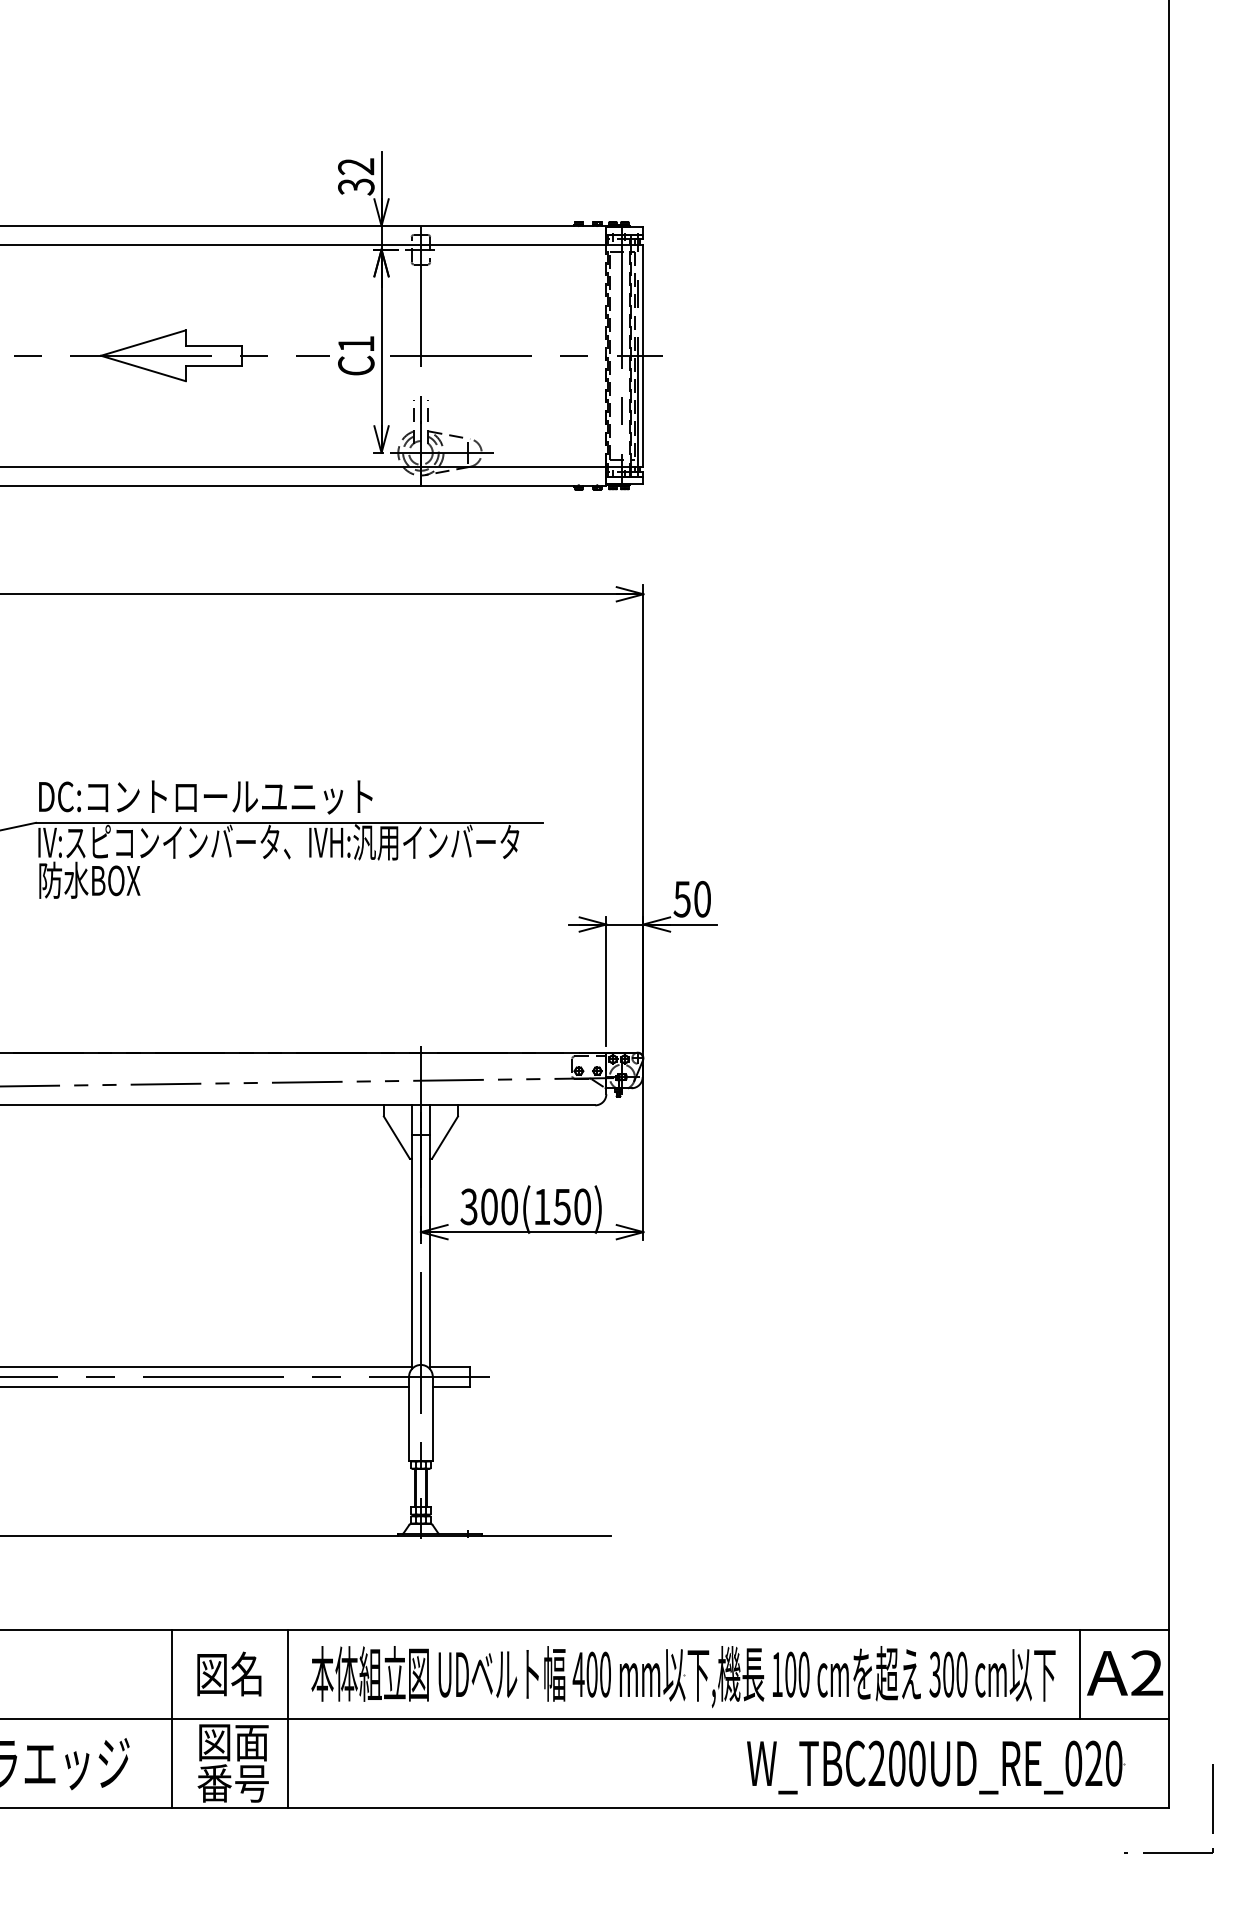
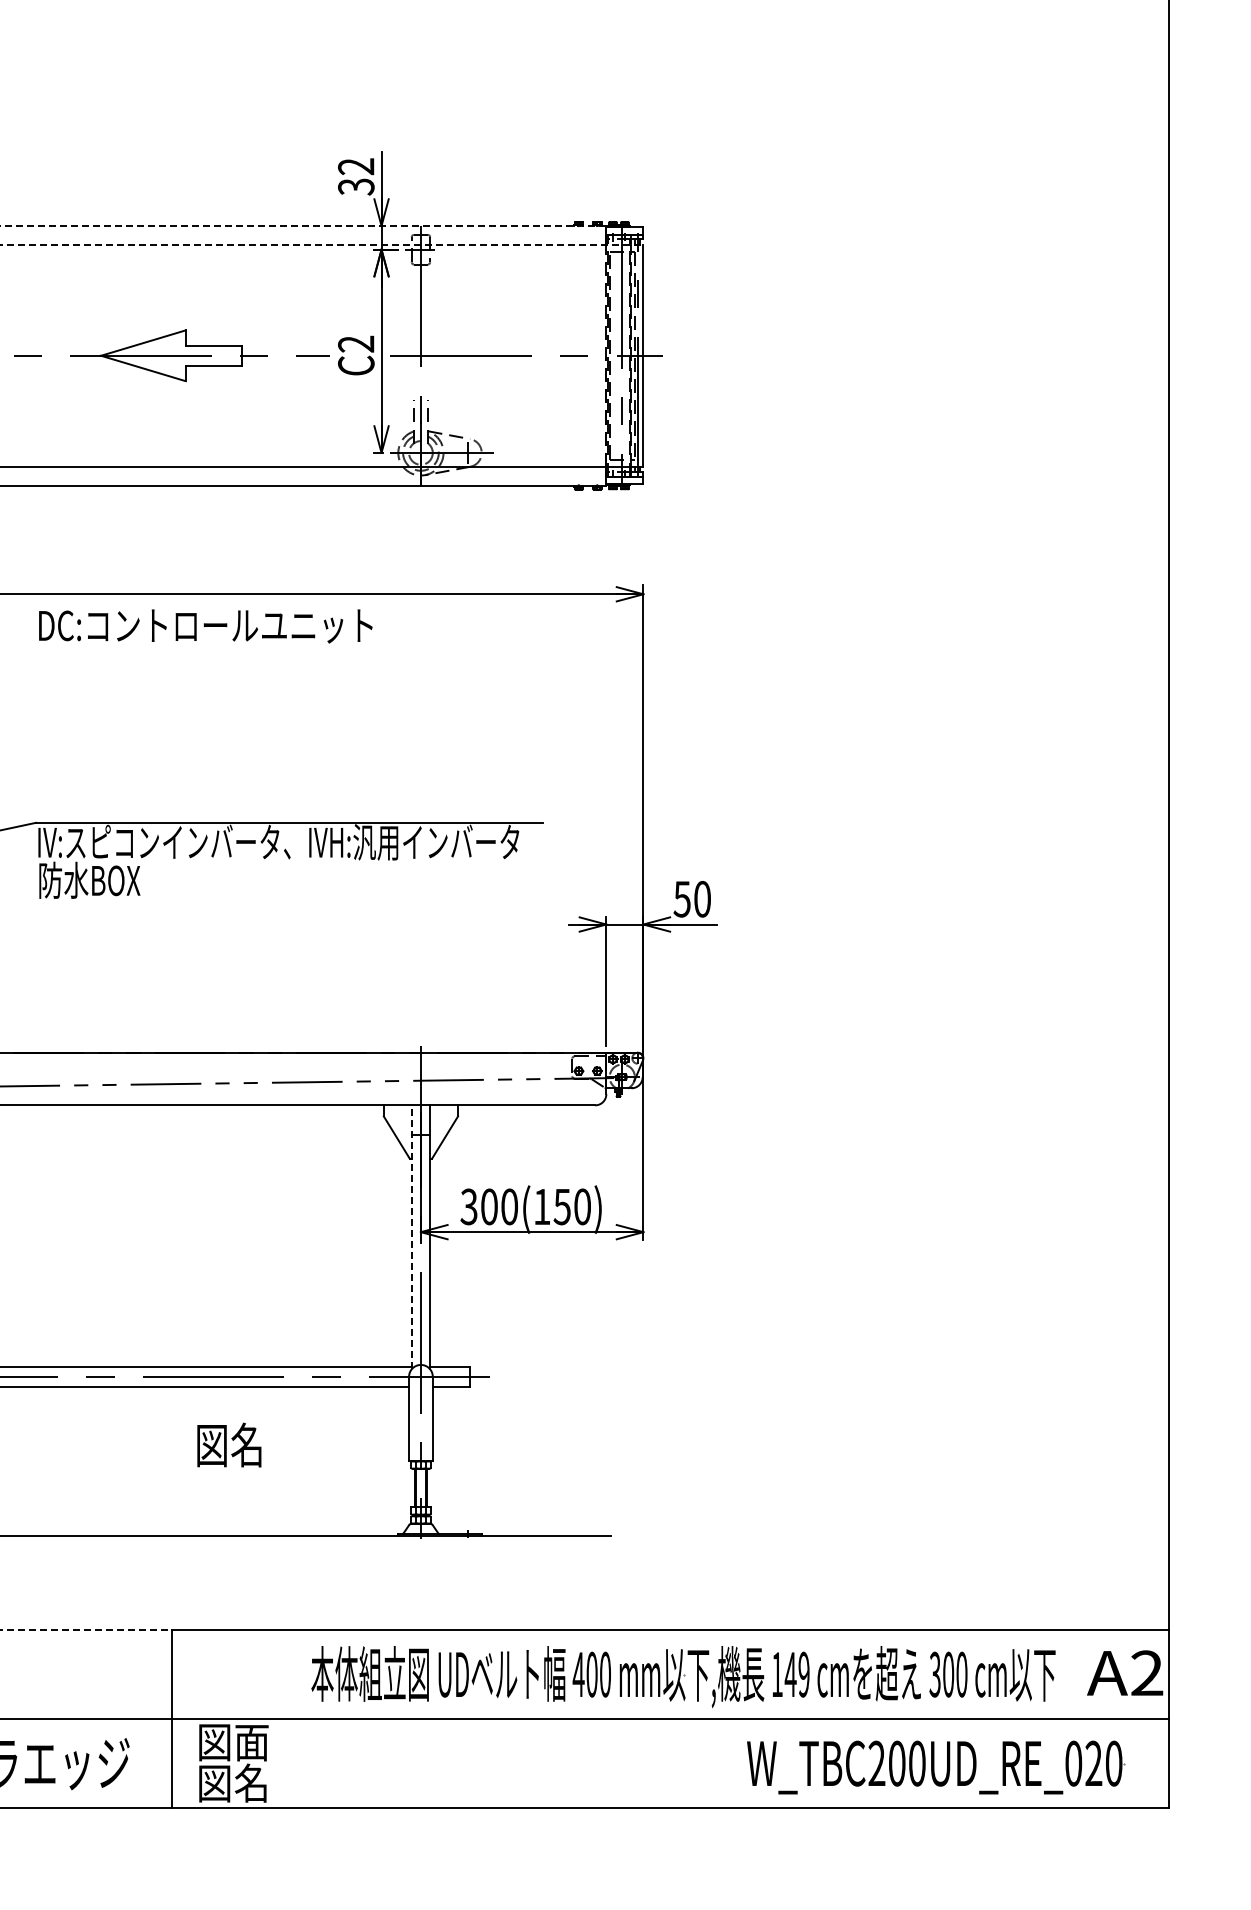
line at (303, 226): solid -> dashed
line at (322, 244): solid -> dashed
text at (356, 343): C1 -> C2
text at (205, 797) position: (205, 797) -> (205, 626)
line at (411, 1236): solid -> dashed
line at (85, 1630): solid -> dashed
text at (229, 1673) position: (229, 1673) -> (229, 1444)
text at (796, 1674): 100 -> 149
line at (1079, 1674): present -> none
line at (287, 1719): present -> none
text at (232, 1782): 番号 -> 図名
part at (1212, 1808): present -> none
